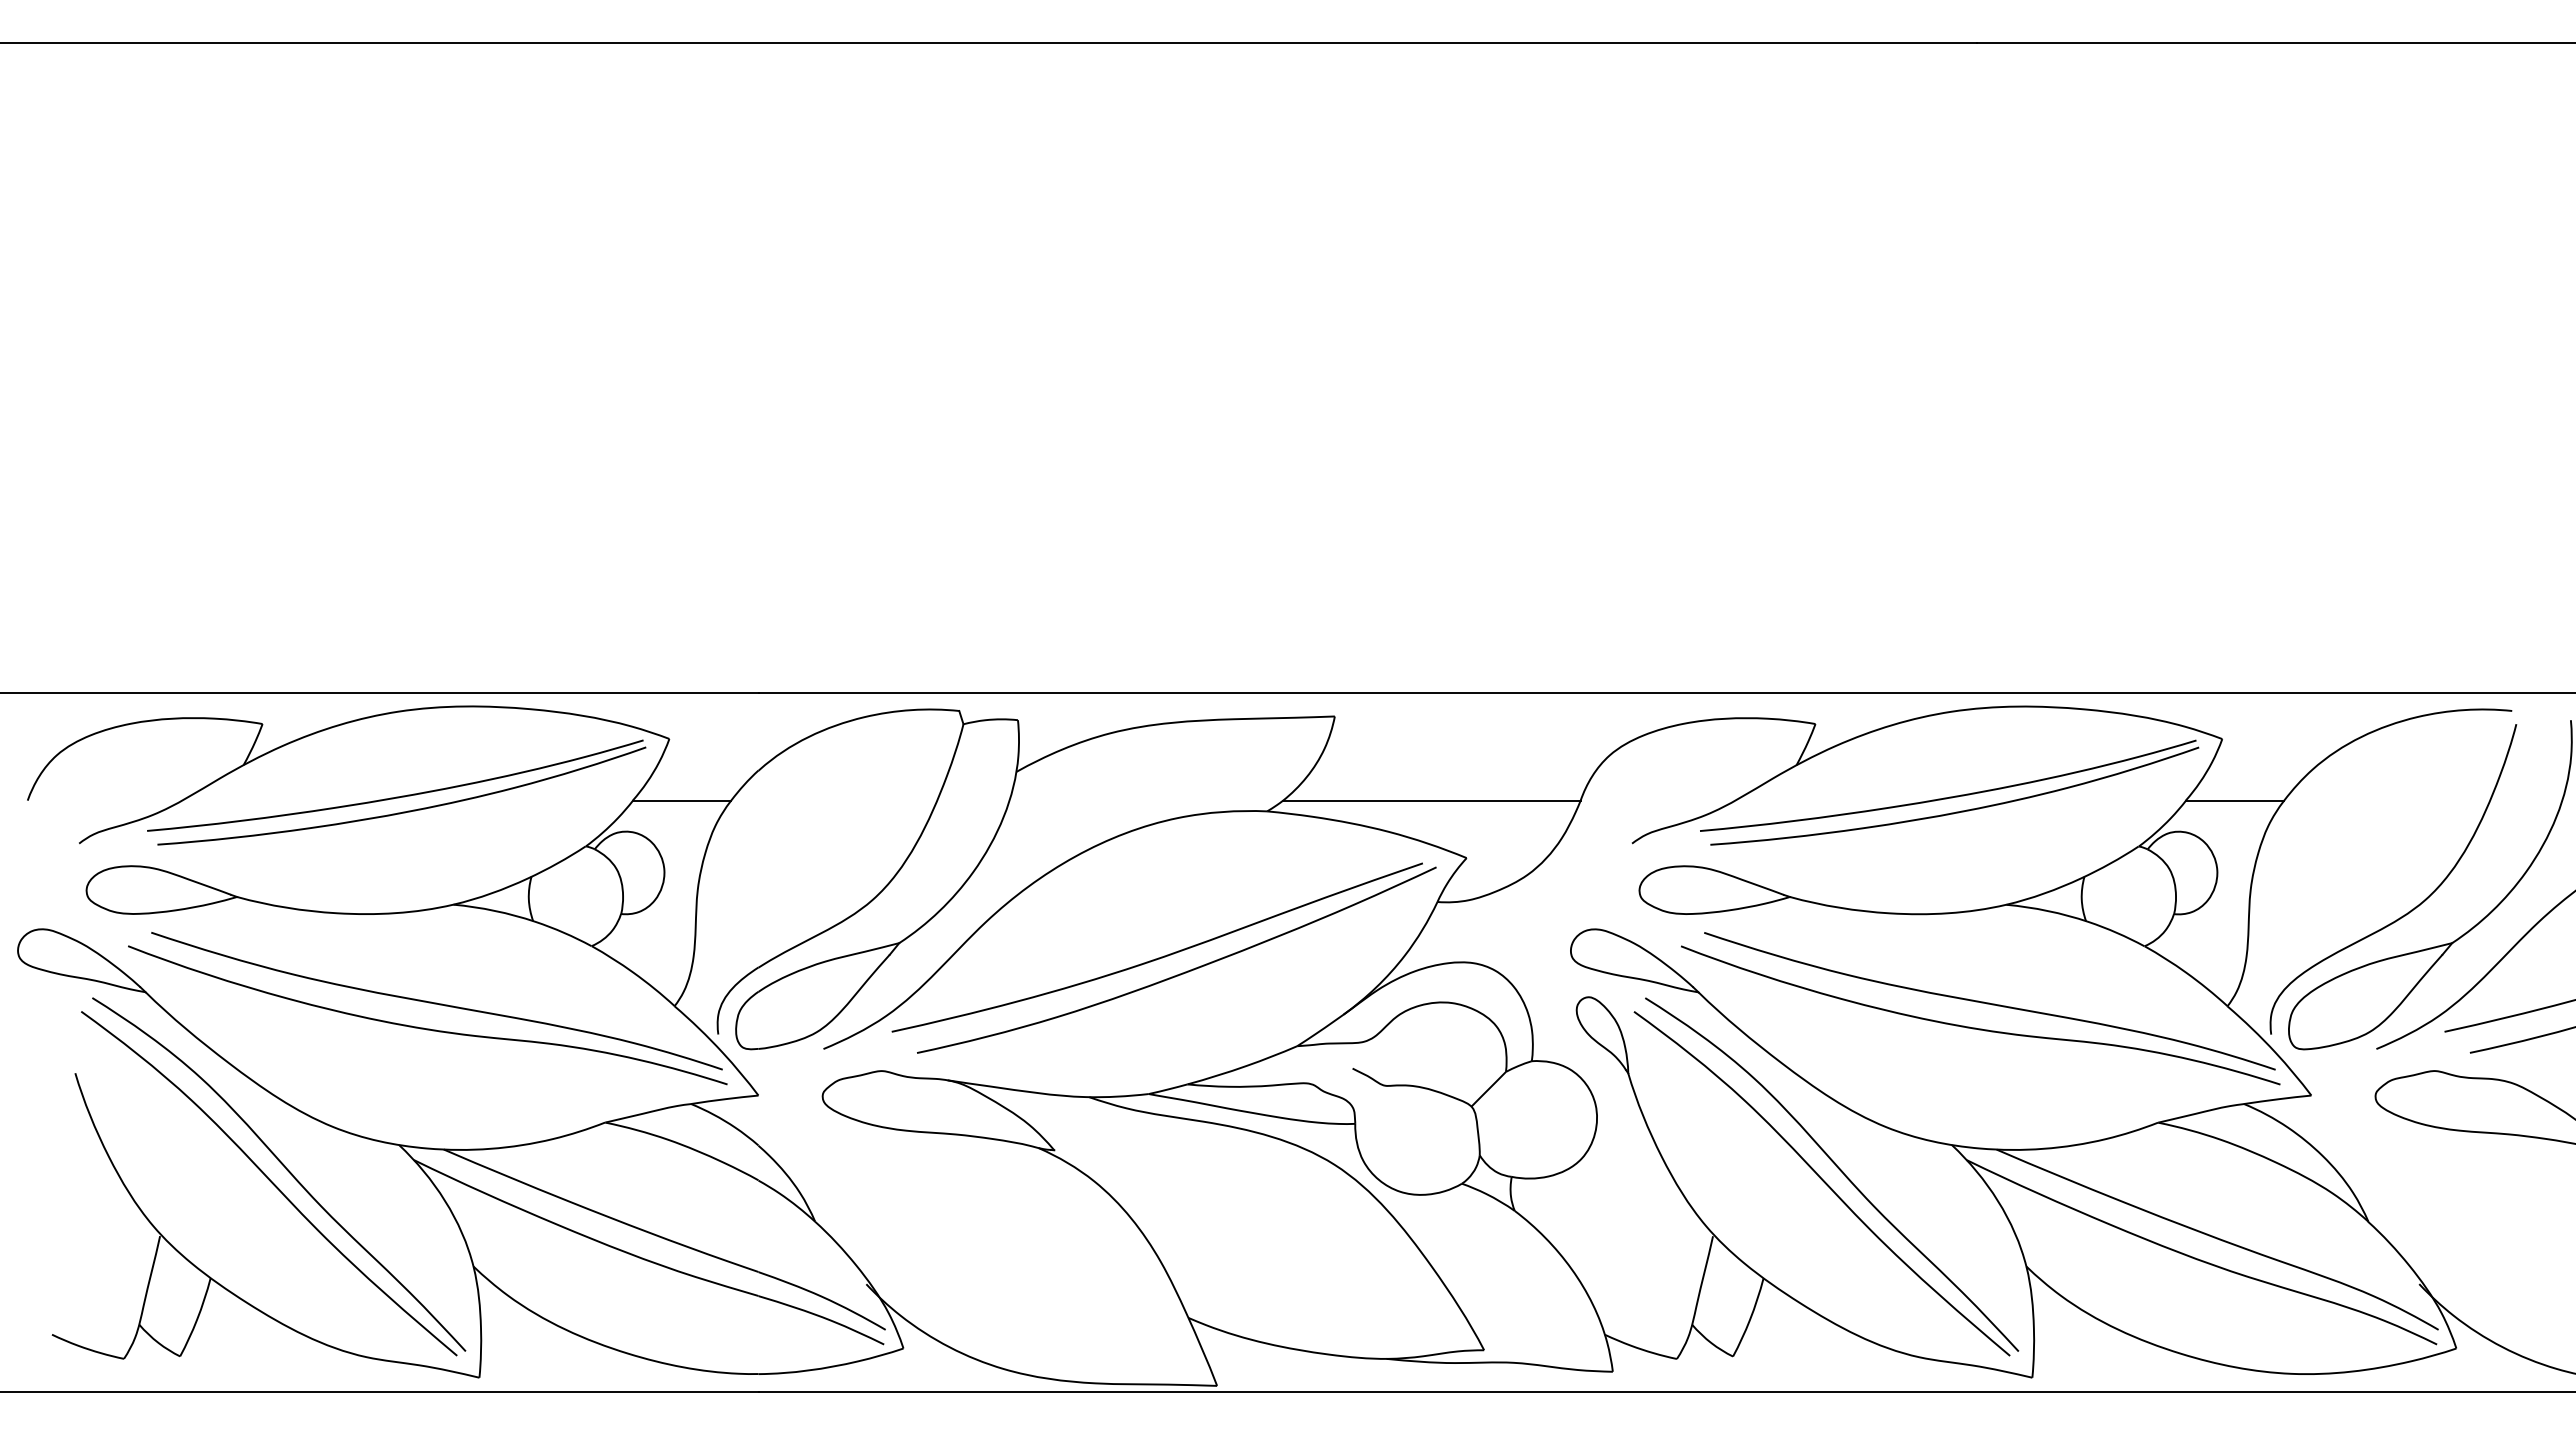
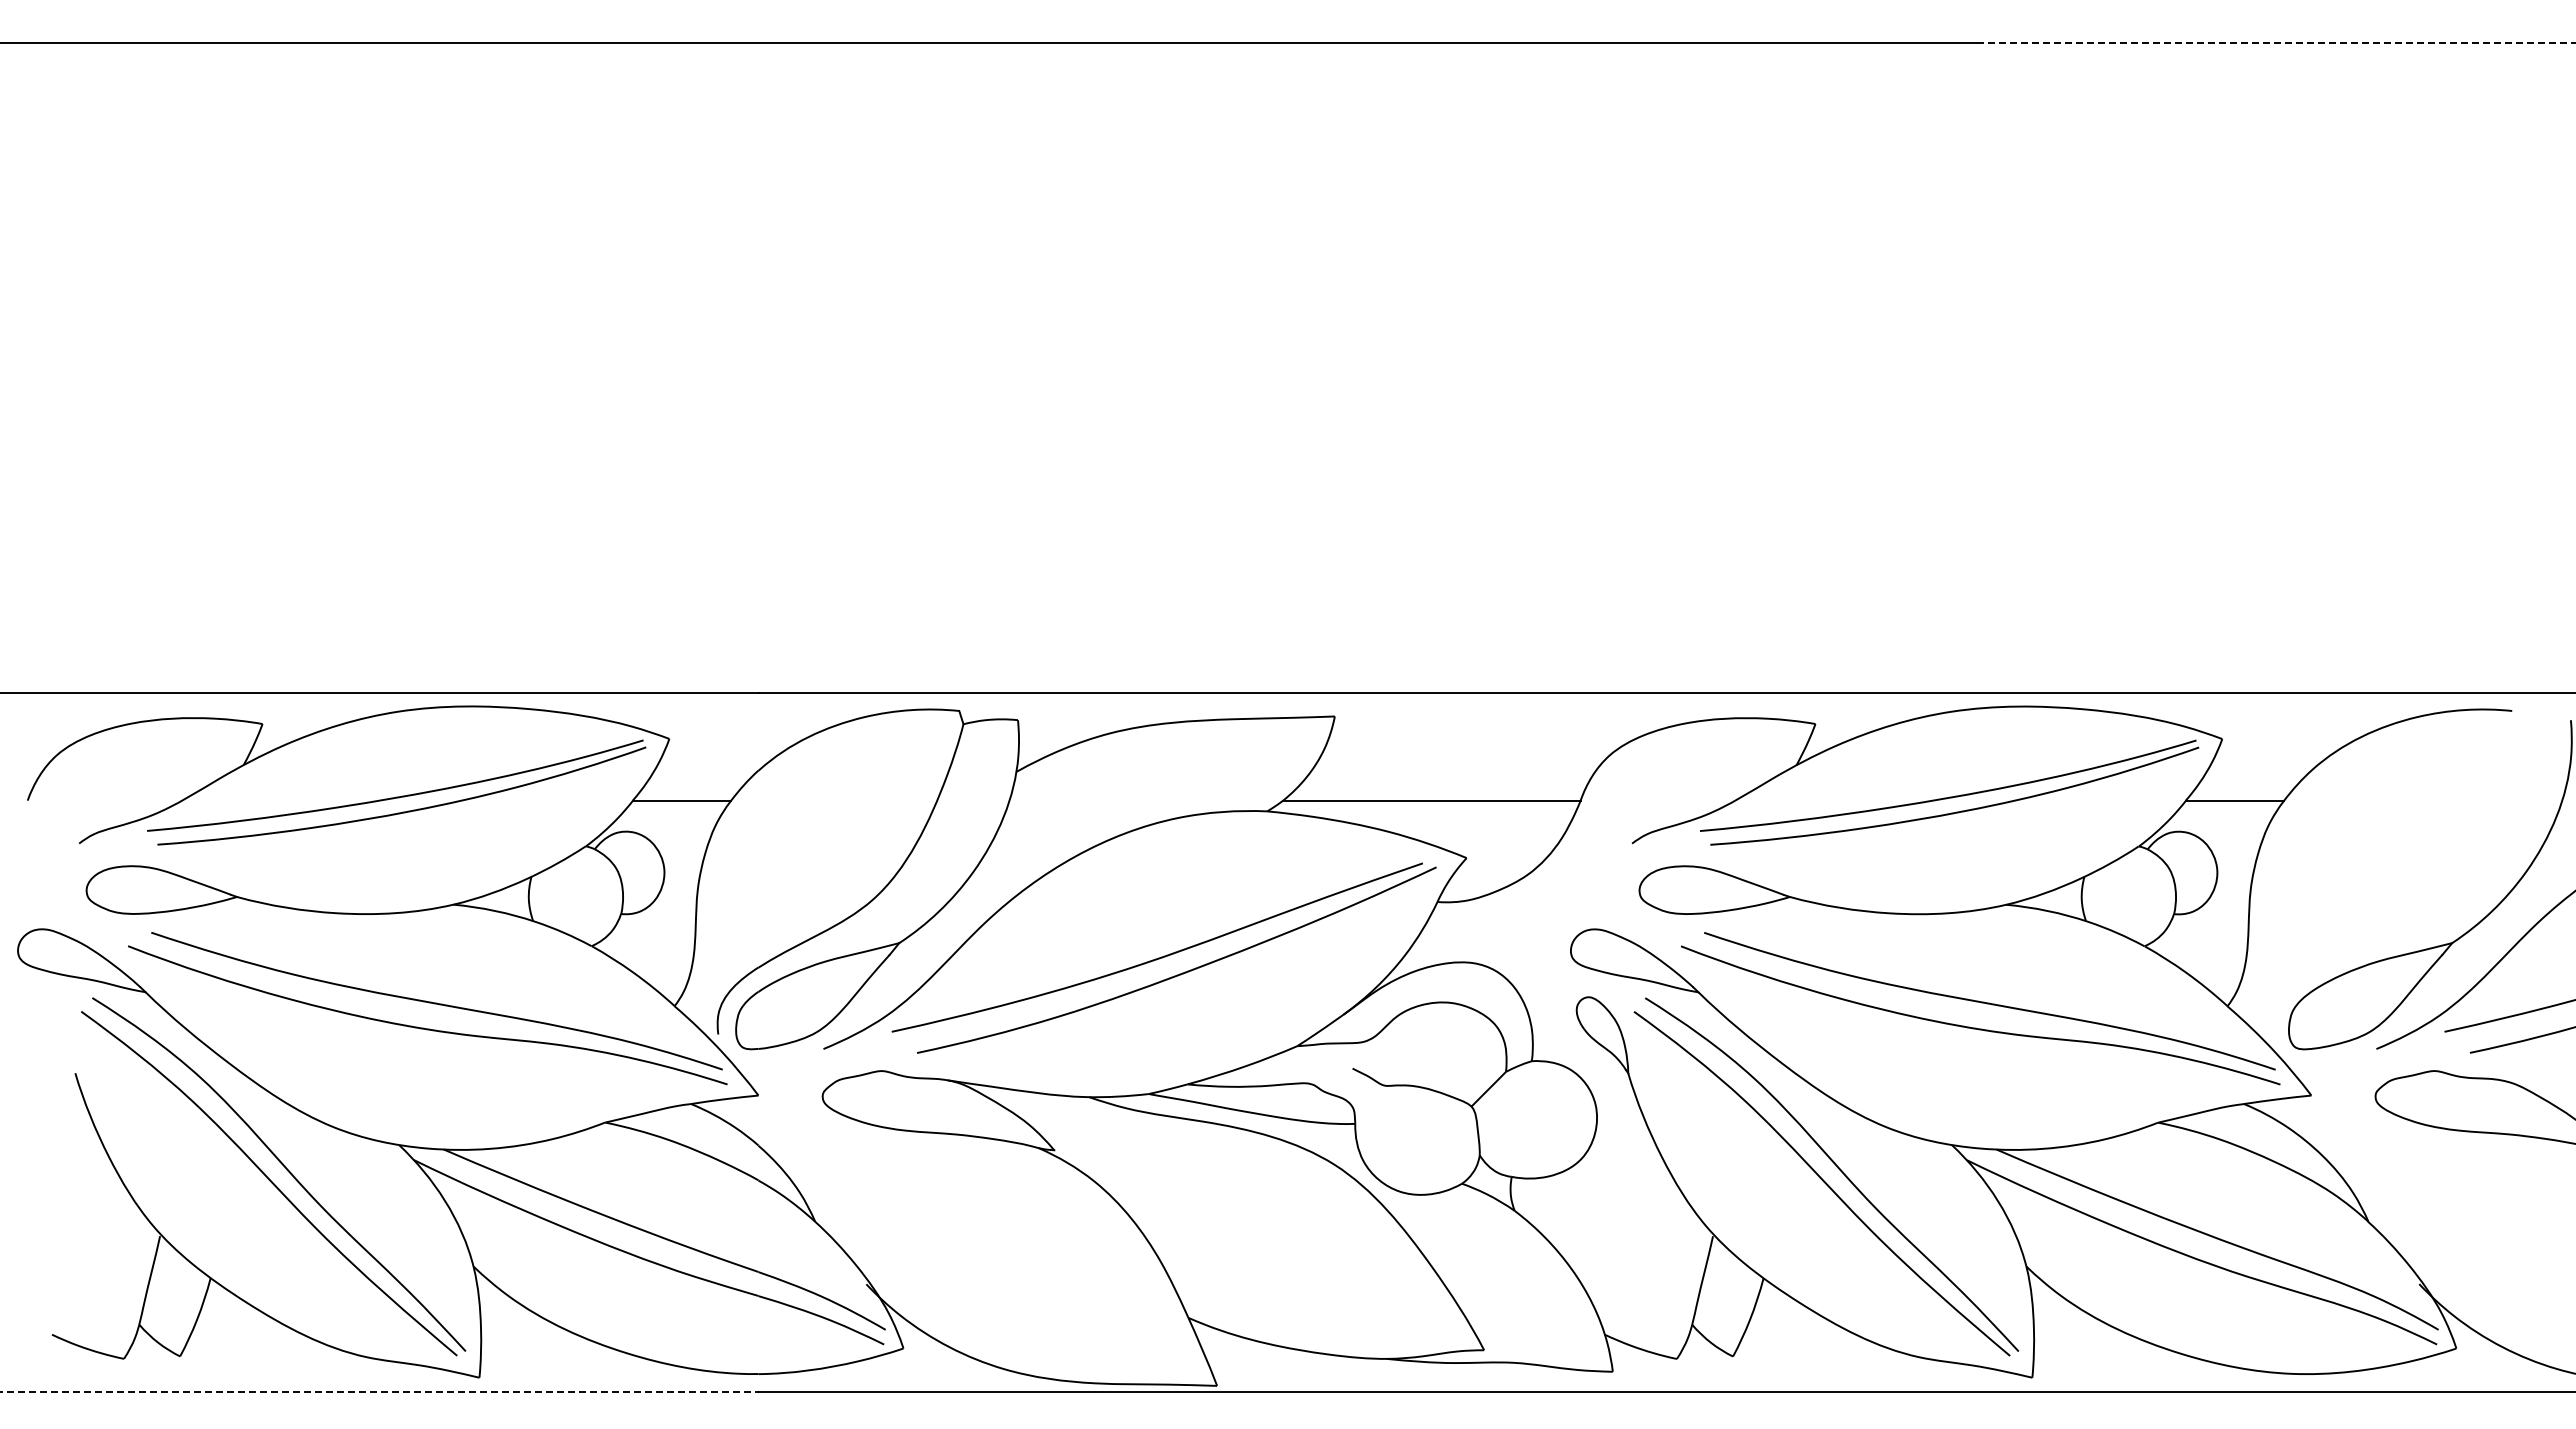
line at (2276, 43): solid -> dashed
curve at (2415, 906): present -> none
line at (379, 1391): solid -> dashed
